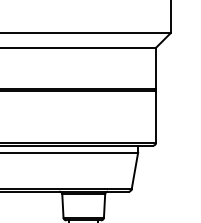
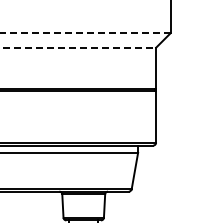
line at (84, 33): solid -> dashed
line at (78, 47): solid -> dashed
